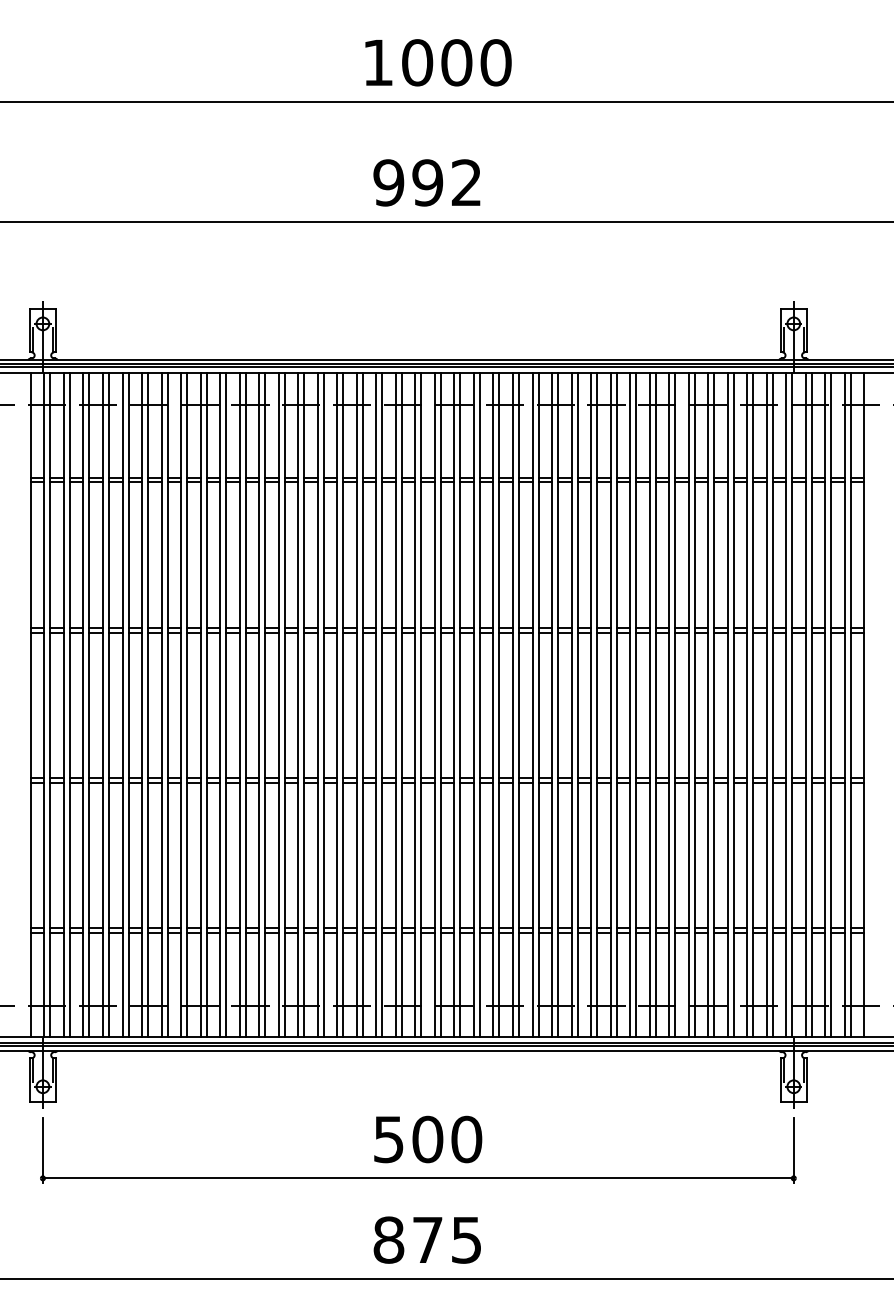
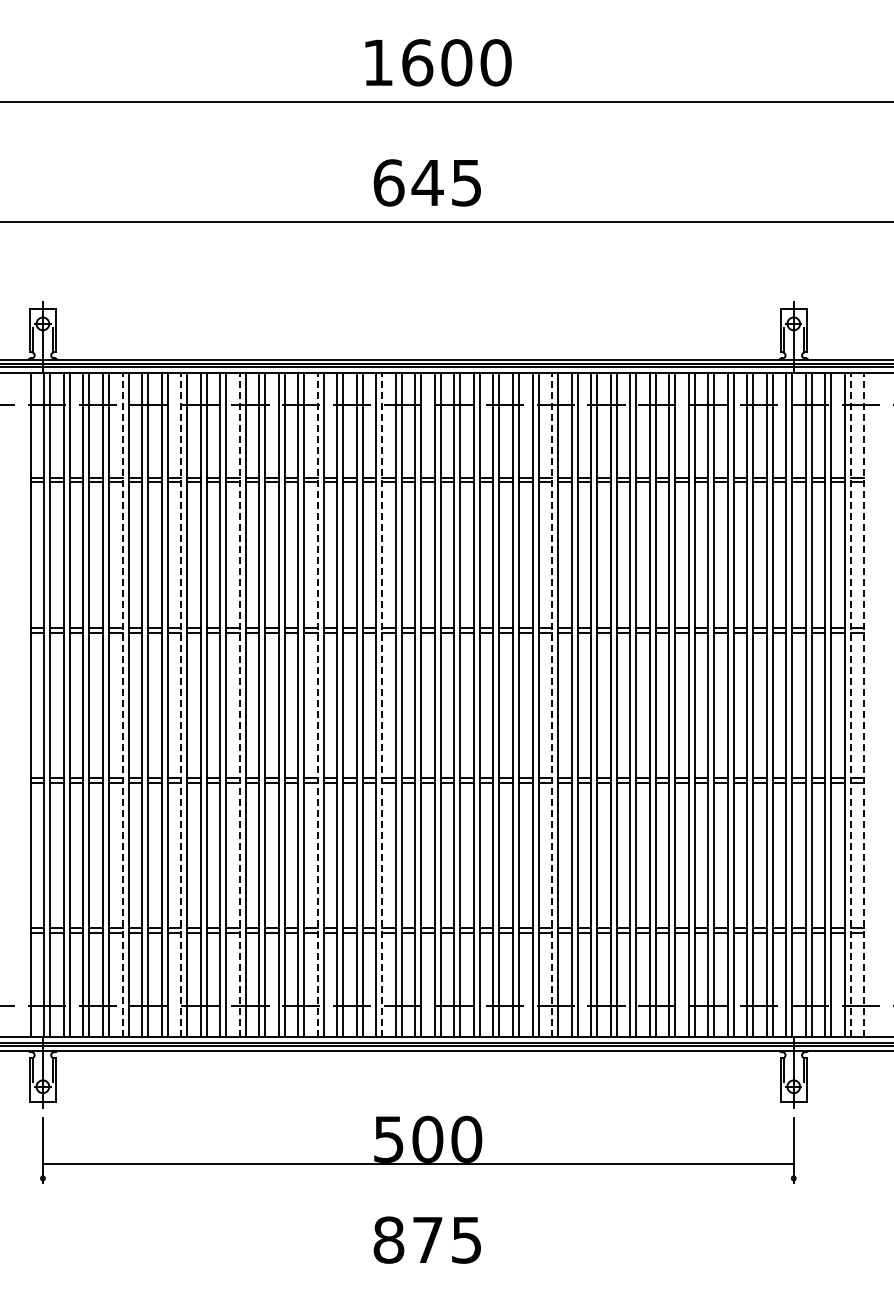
text at (417, 62): 1000 -> 1600
text at (426, 182): 992 -> 645
line at (122, 705): solid -> dashed
line at (181, 705): solid -> dashed
line at (239, 705): solid -> dashed
line at (317, 705): solid -> dashed
line at (382, 705): solid -> dashed
line at (552, 705): solid -> dashed
line at (850, 705): solid -> dashed
line at (864, 705): solid -> dashed
line at (417, 1178) position: (417, 1178) -> (417, 1164)
line at (446, 1278): present -> none
